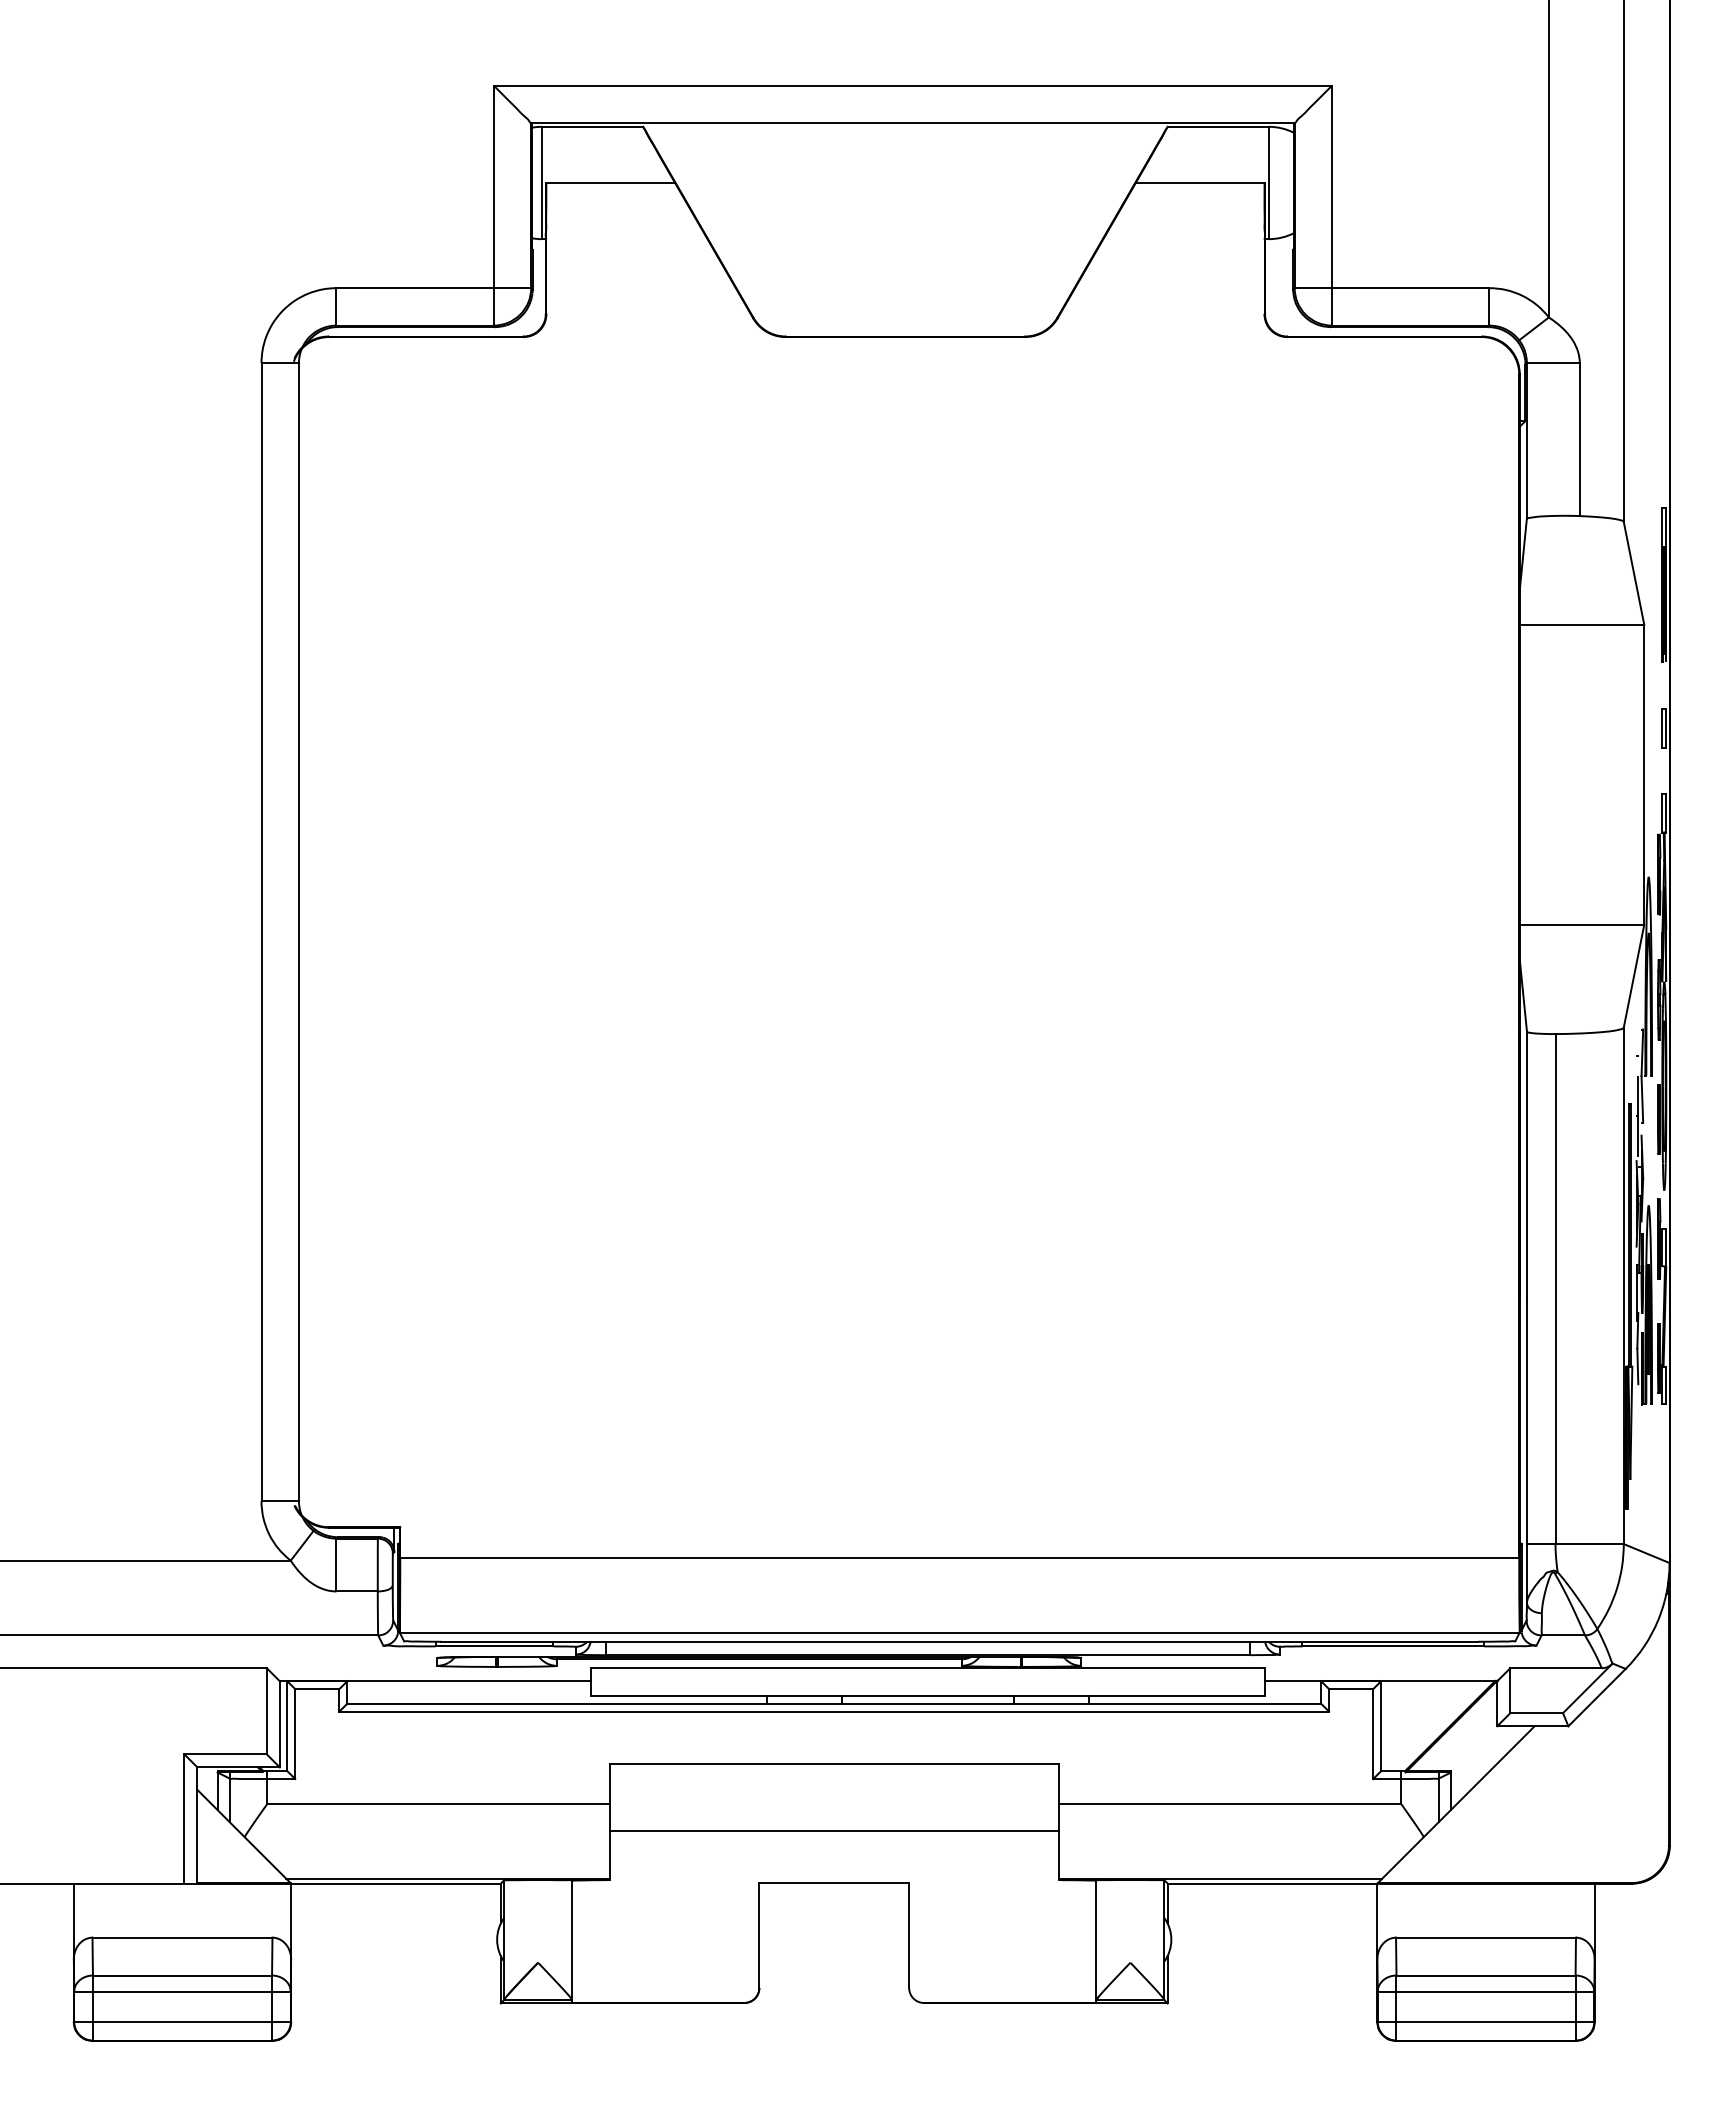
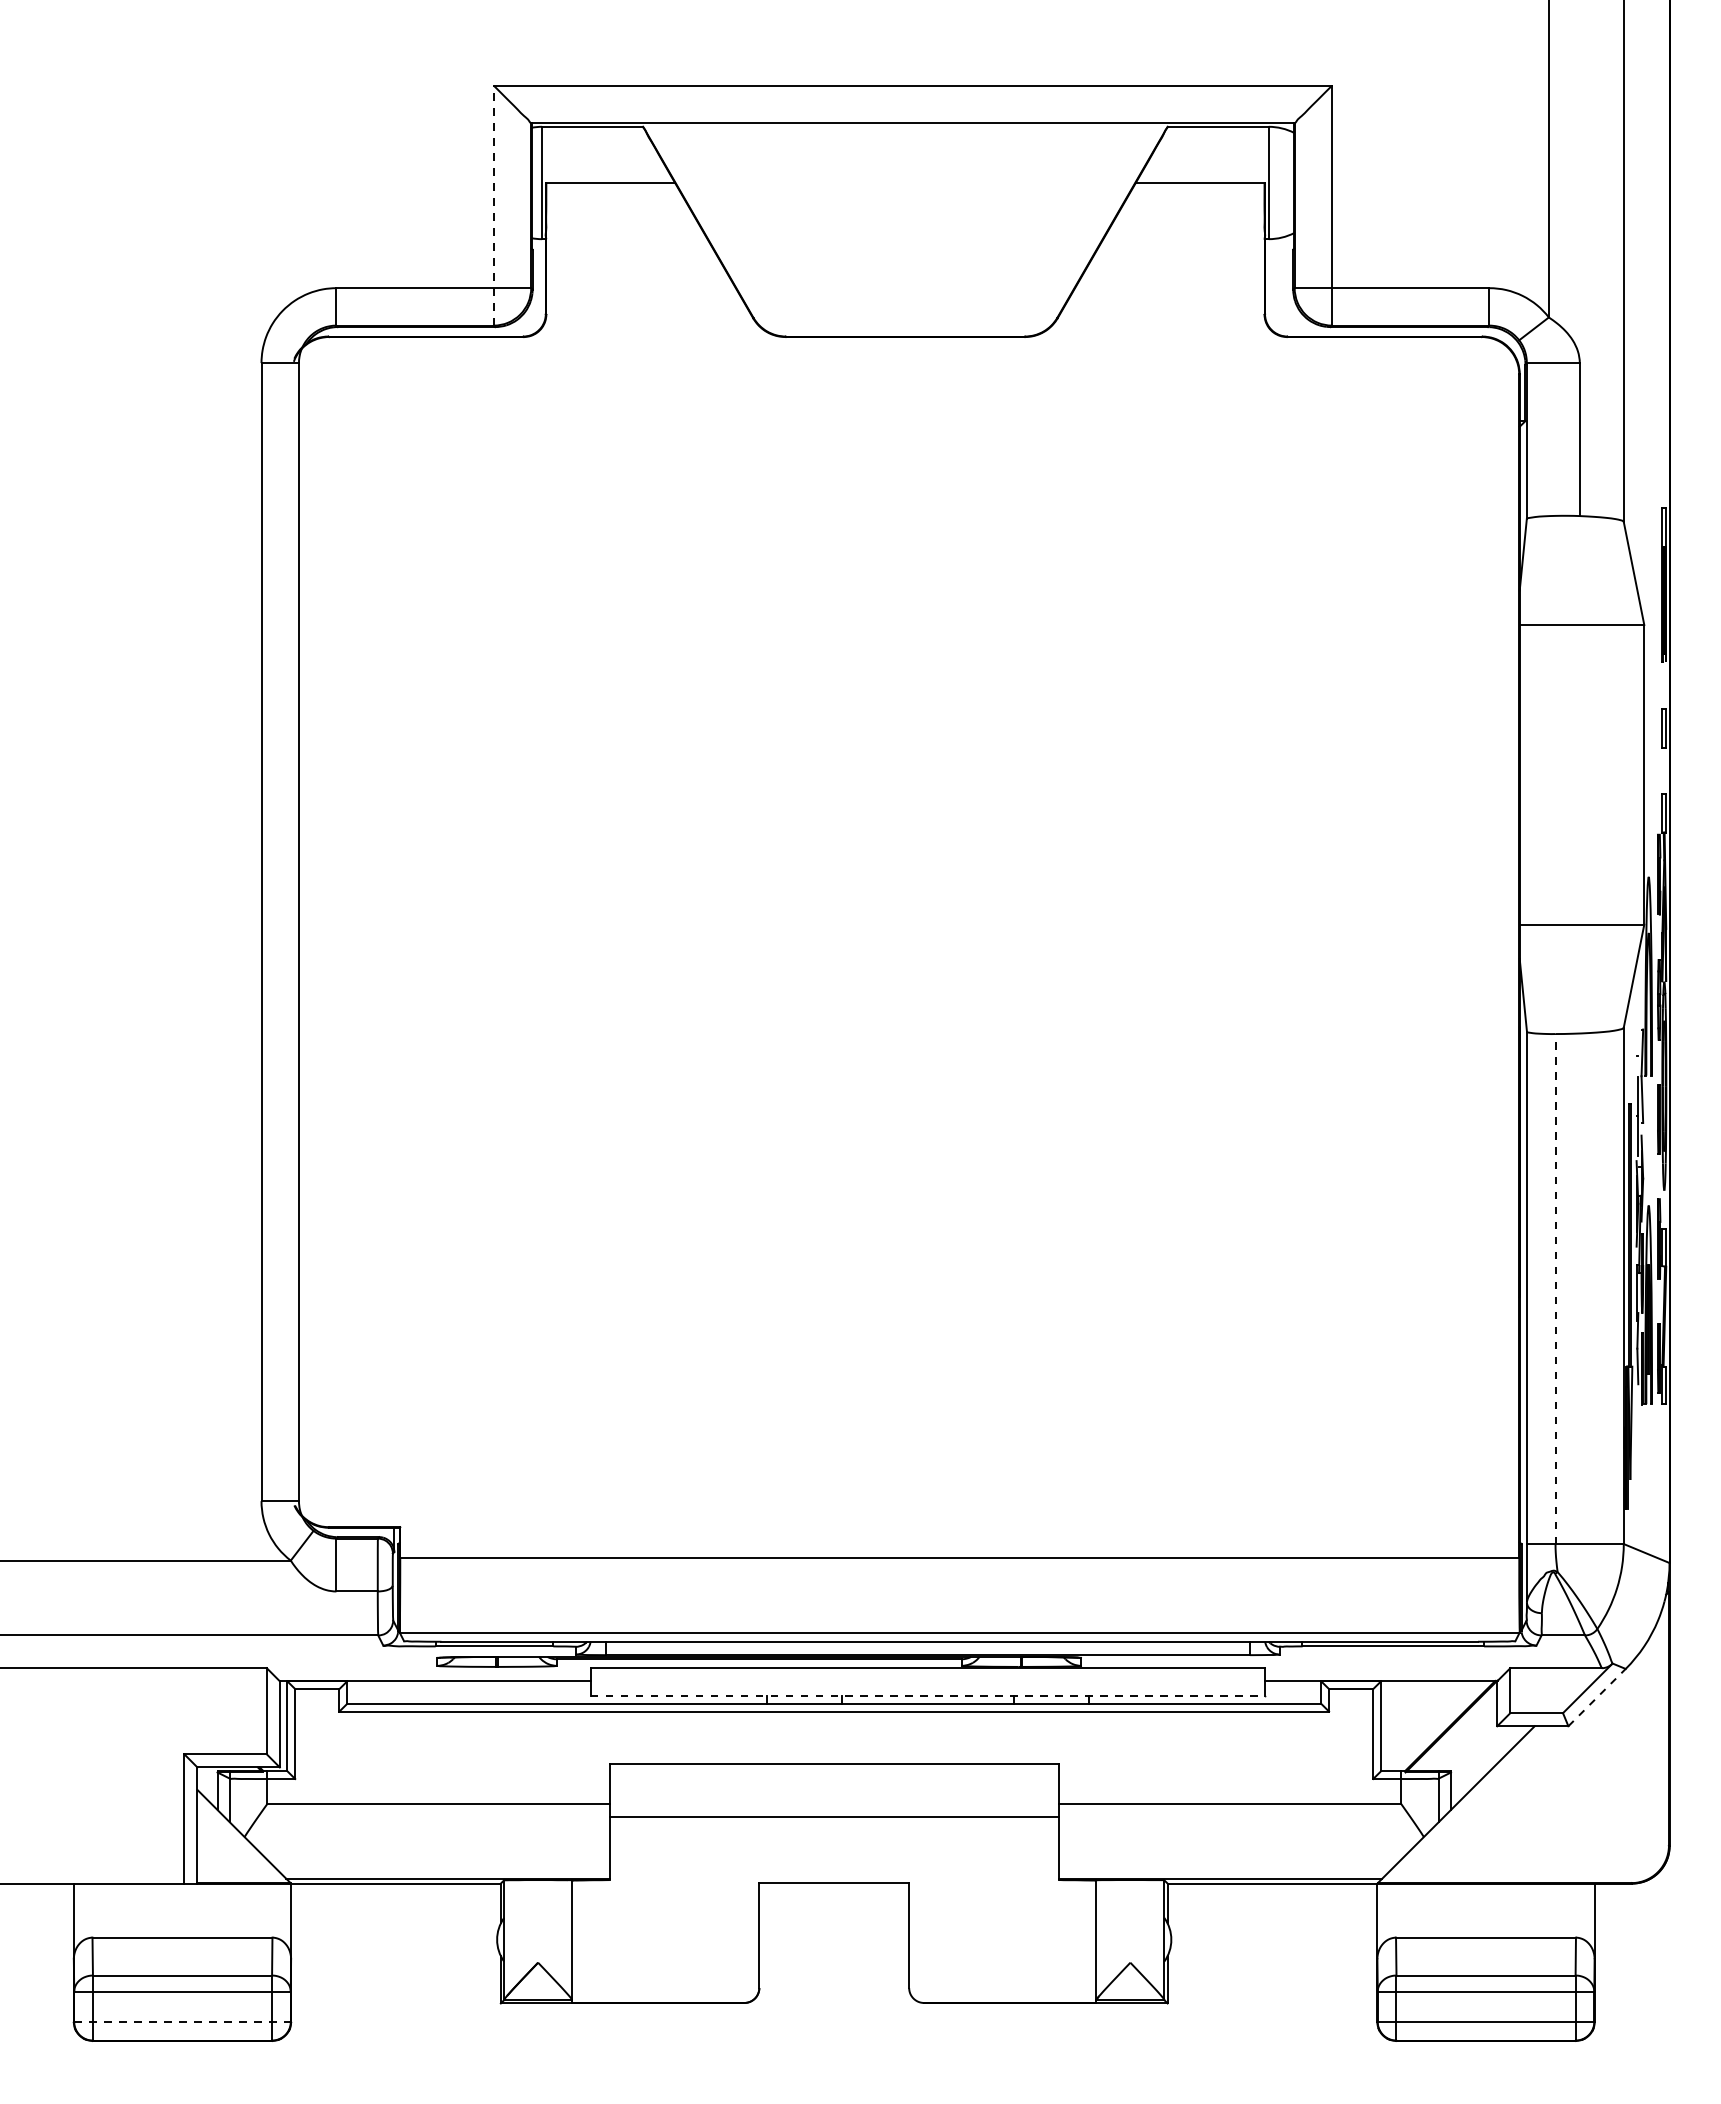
line at (493, 205): solid -> dashed
line at (1555, 1288): solid -> dashed
line at (928, 1696): solid -> dashed
line at (1597, 1697): solid -> dashed
line at (833, 1831) position: (833, 1831) -> (833, 1817)
line at (183, 2021): solid -> dashed
